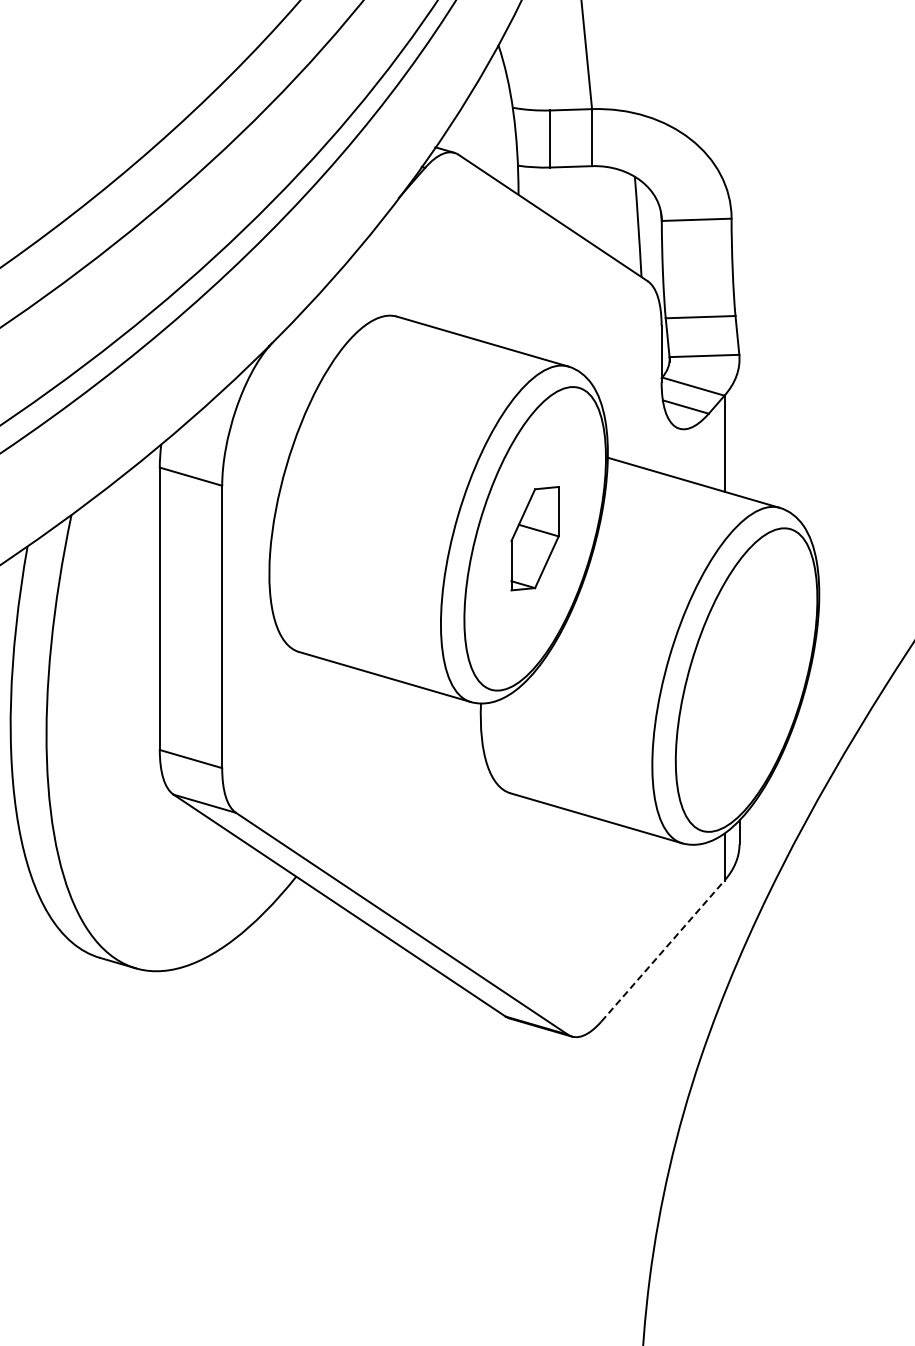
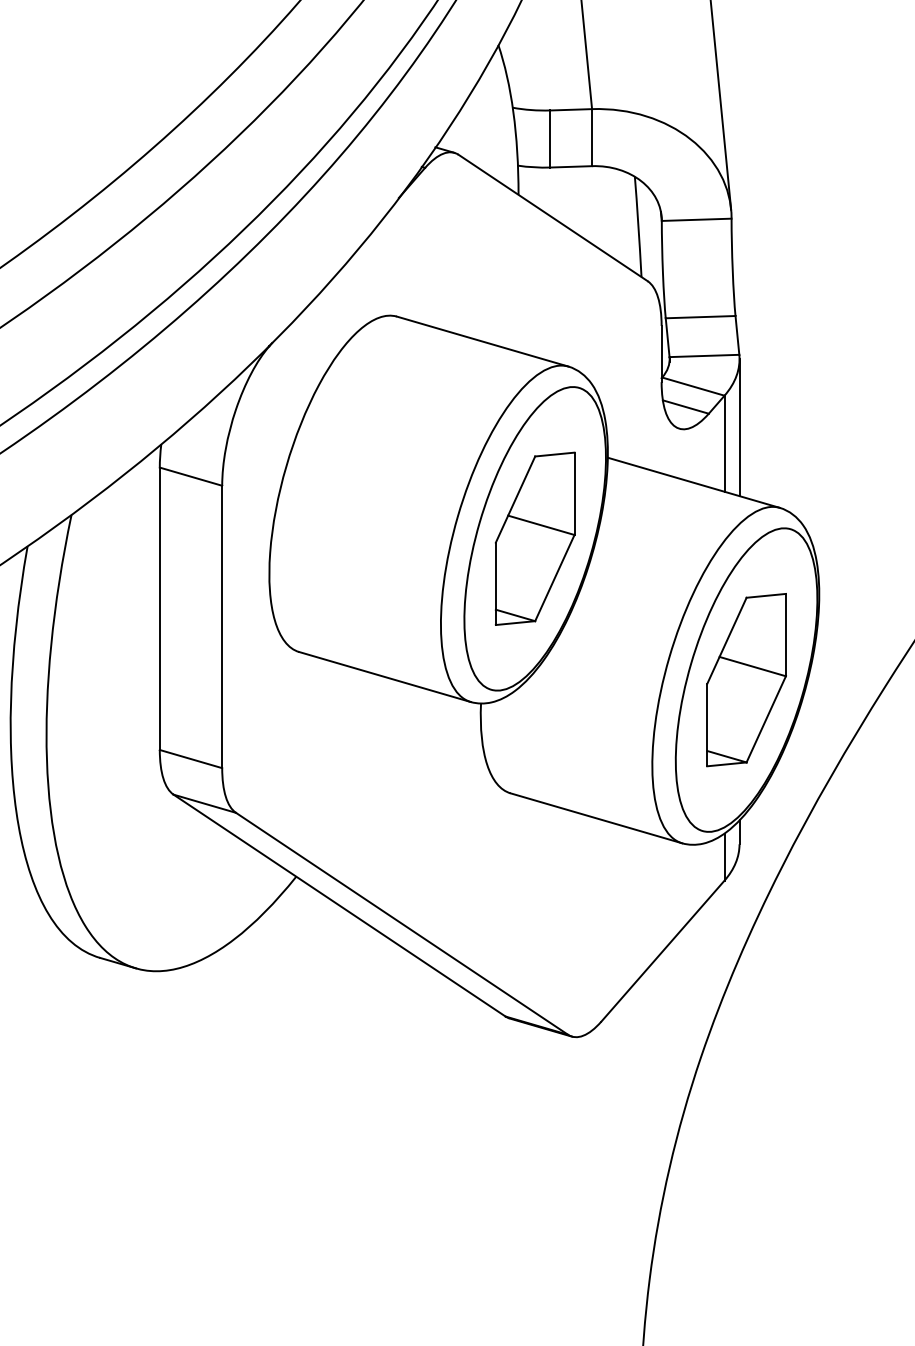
line at (720, 105): none -> present
line at (739, 427): none -> present
part at (534, 538) size: 50x106 px -> 82x175 px
part at (746, 680): none -> present
line at (662, 951): dashed -> solid
